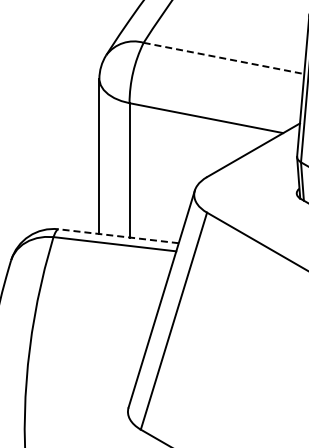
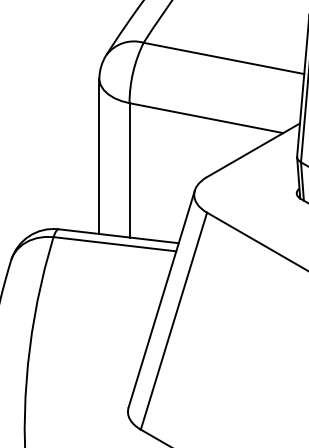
line at (223, 58): dashed -> solid
line at (118, 236): dashed -> solid
